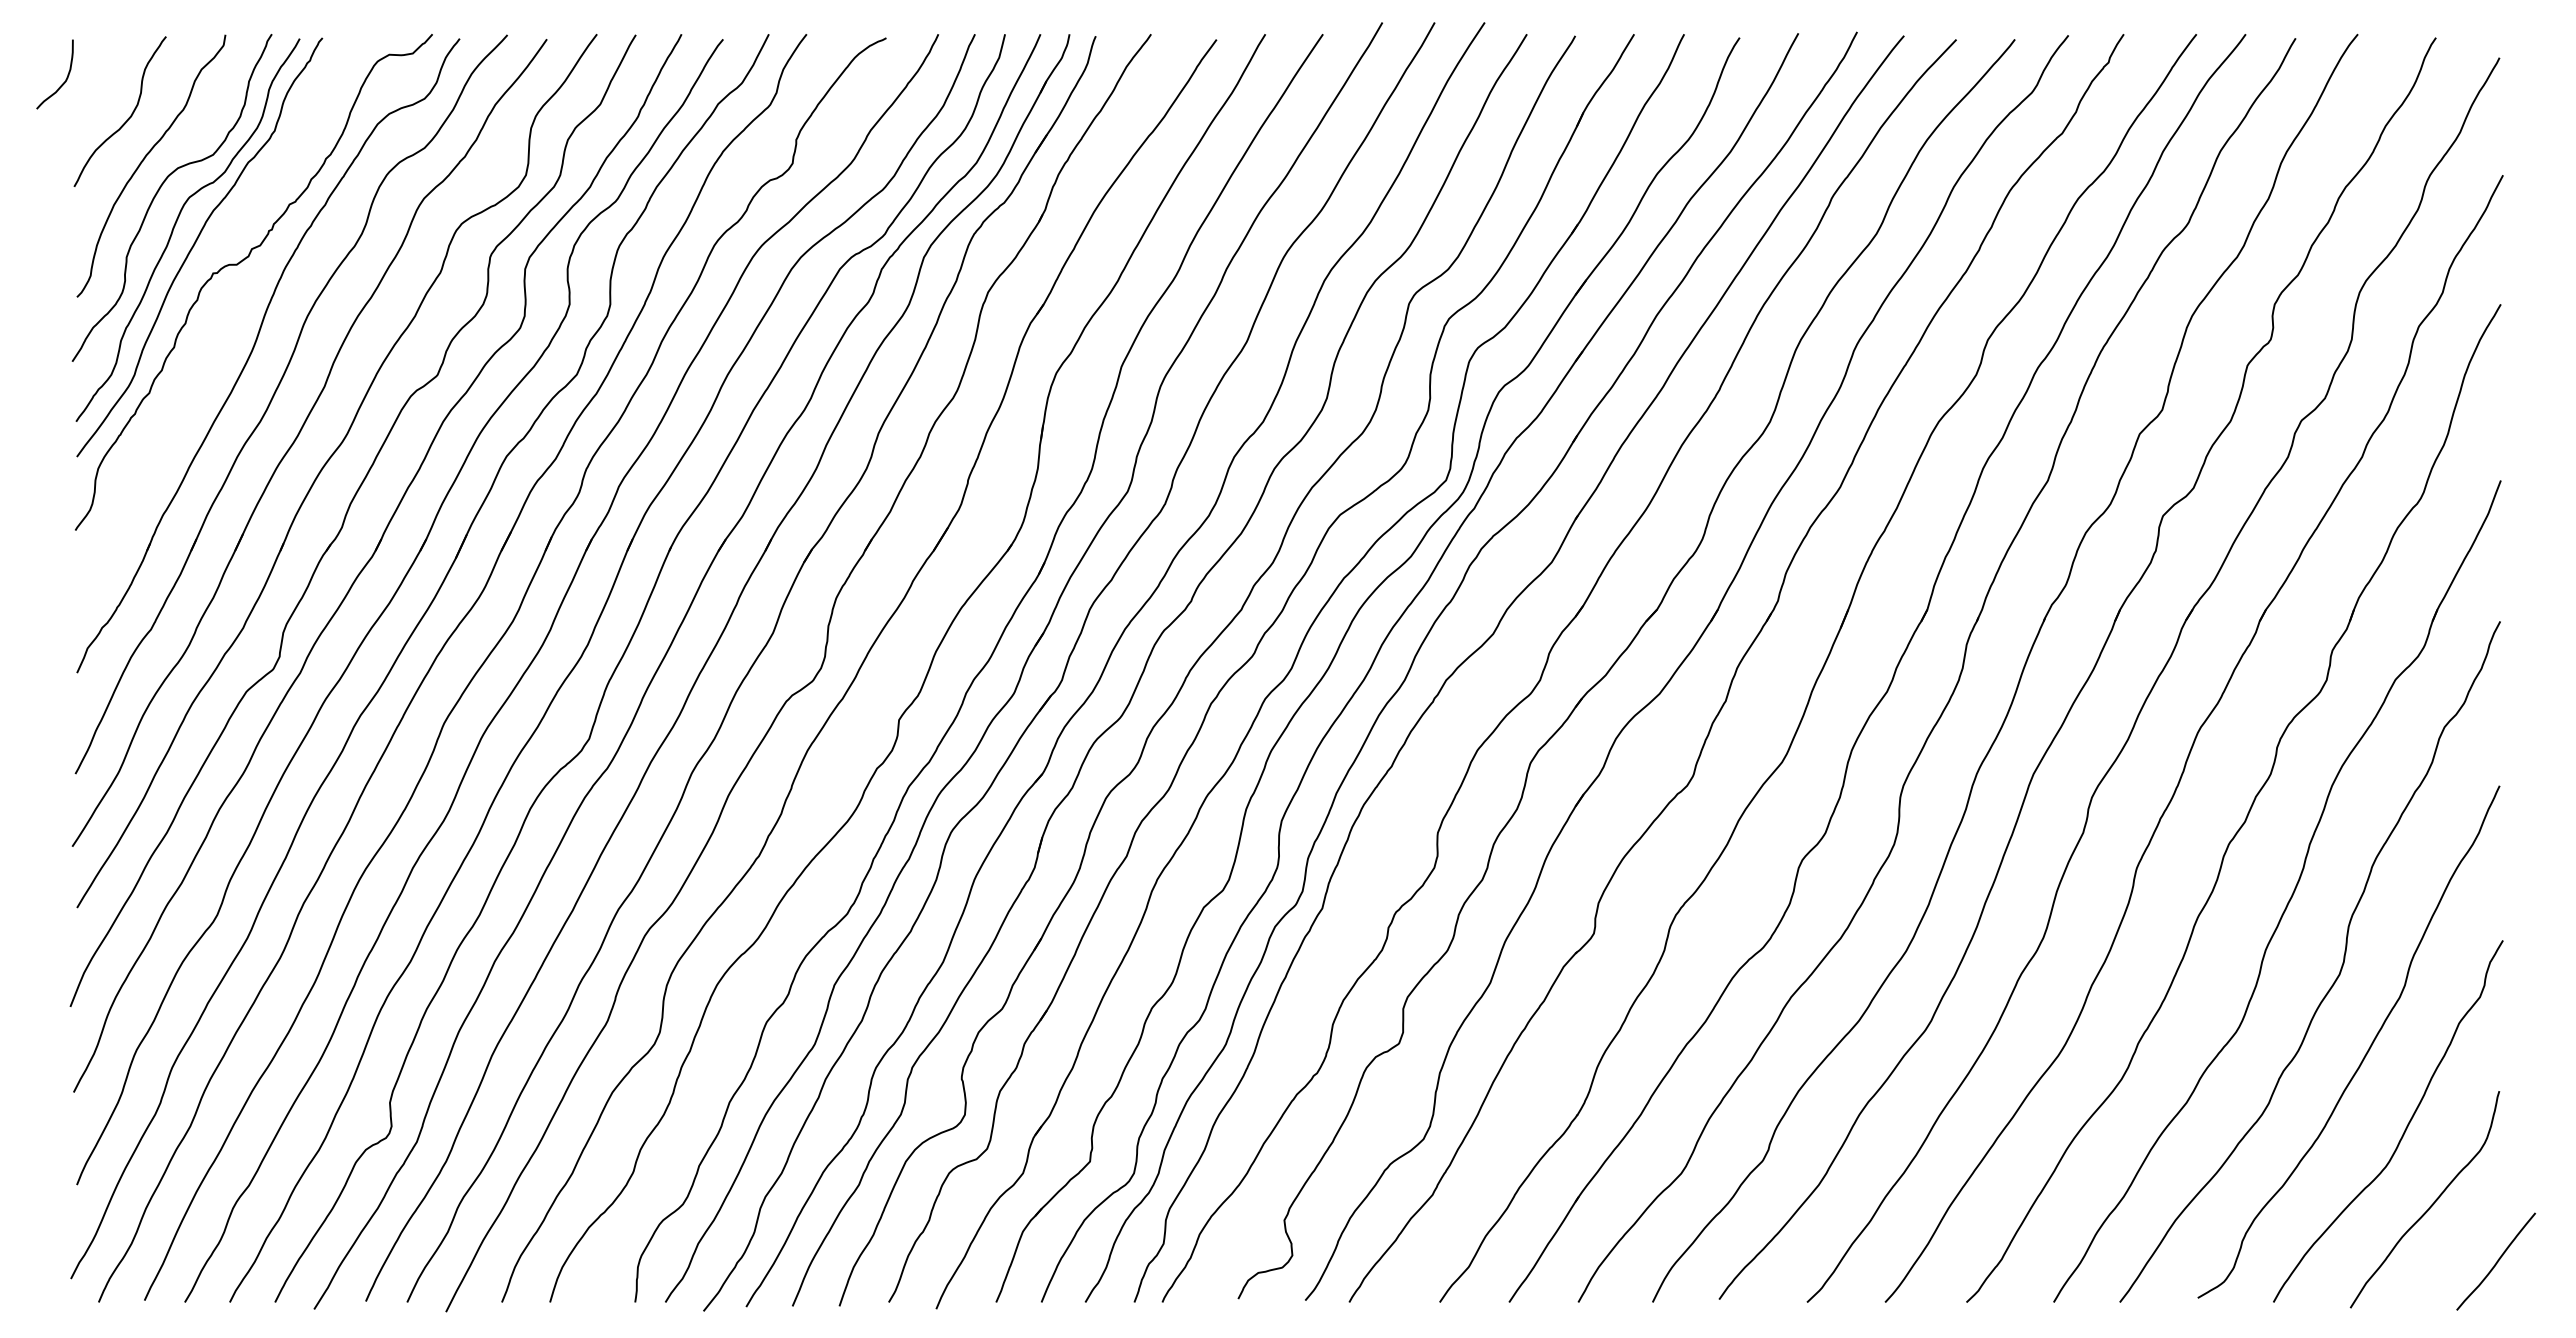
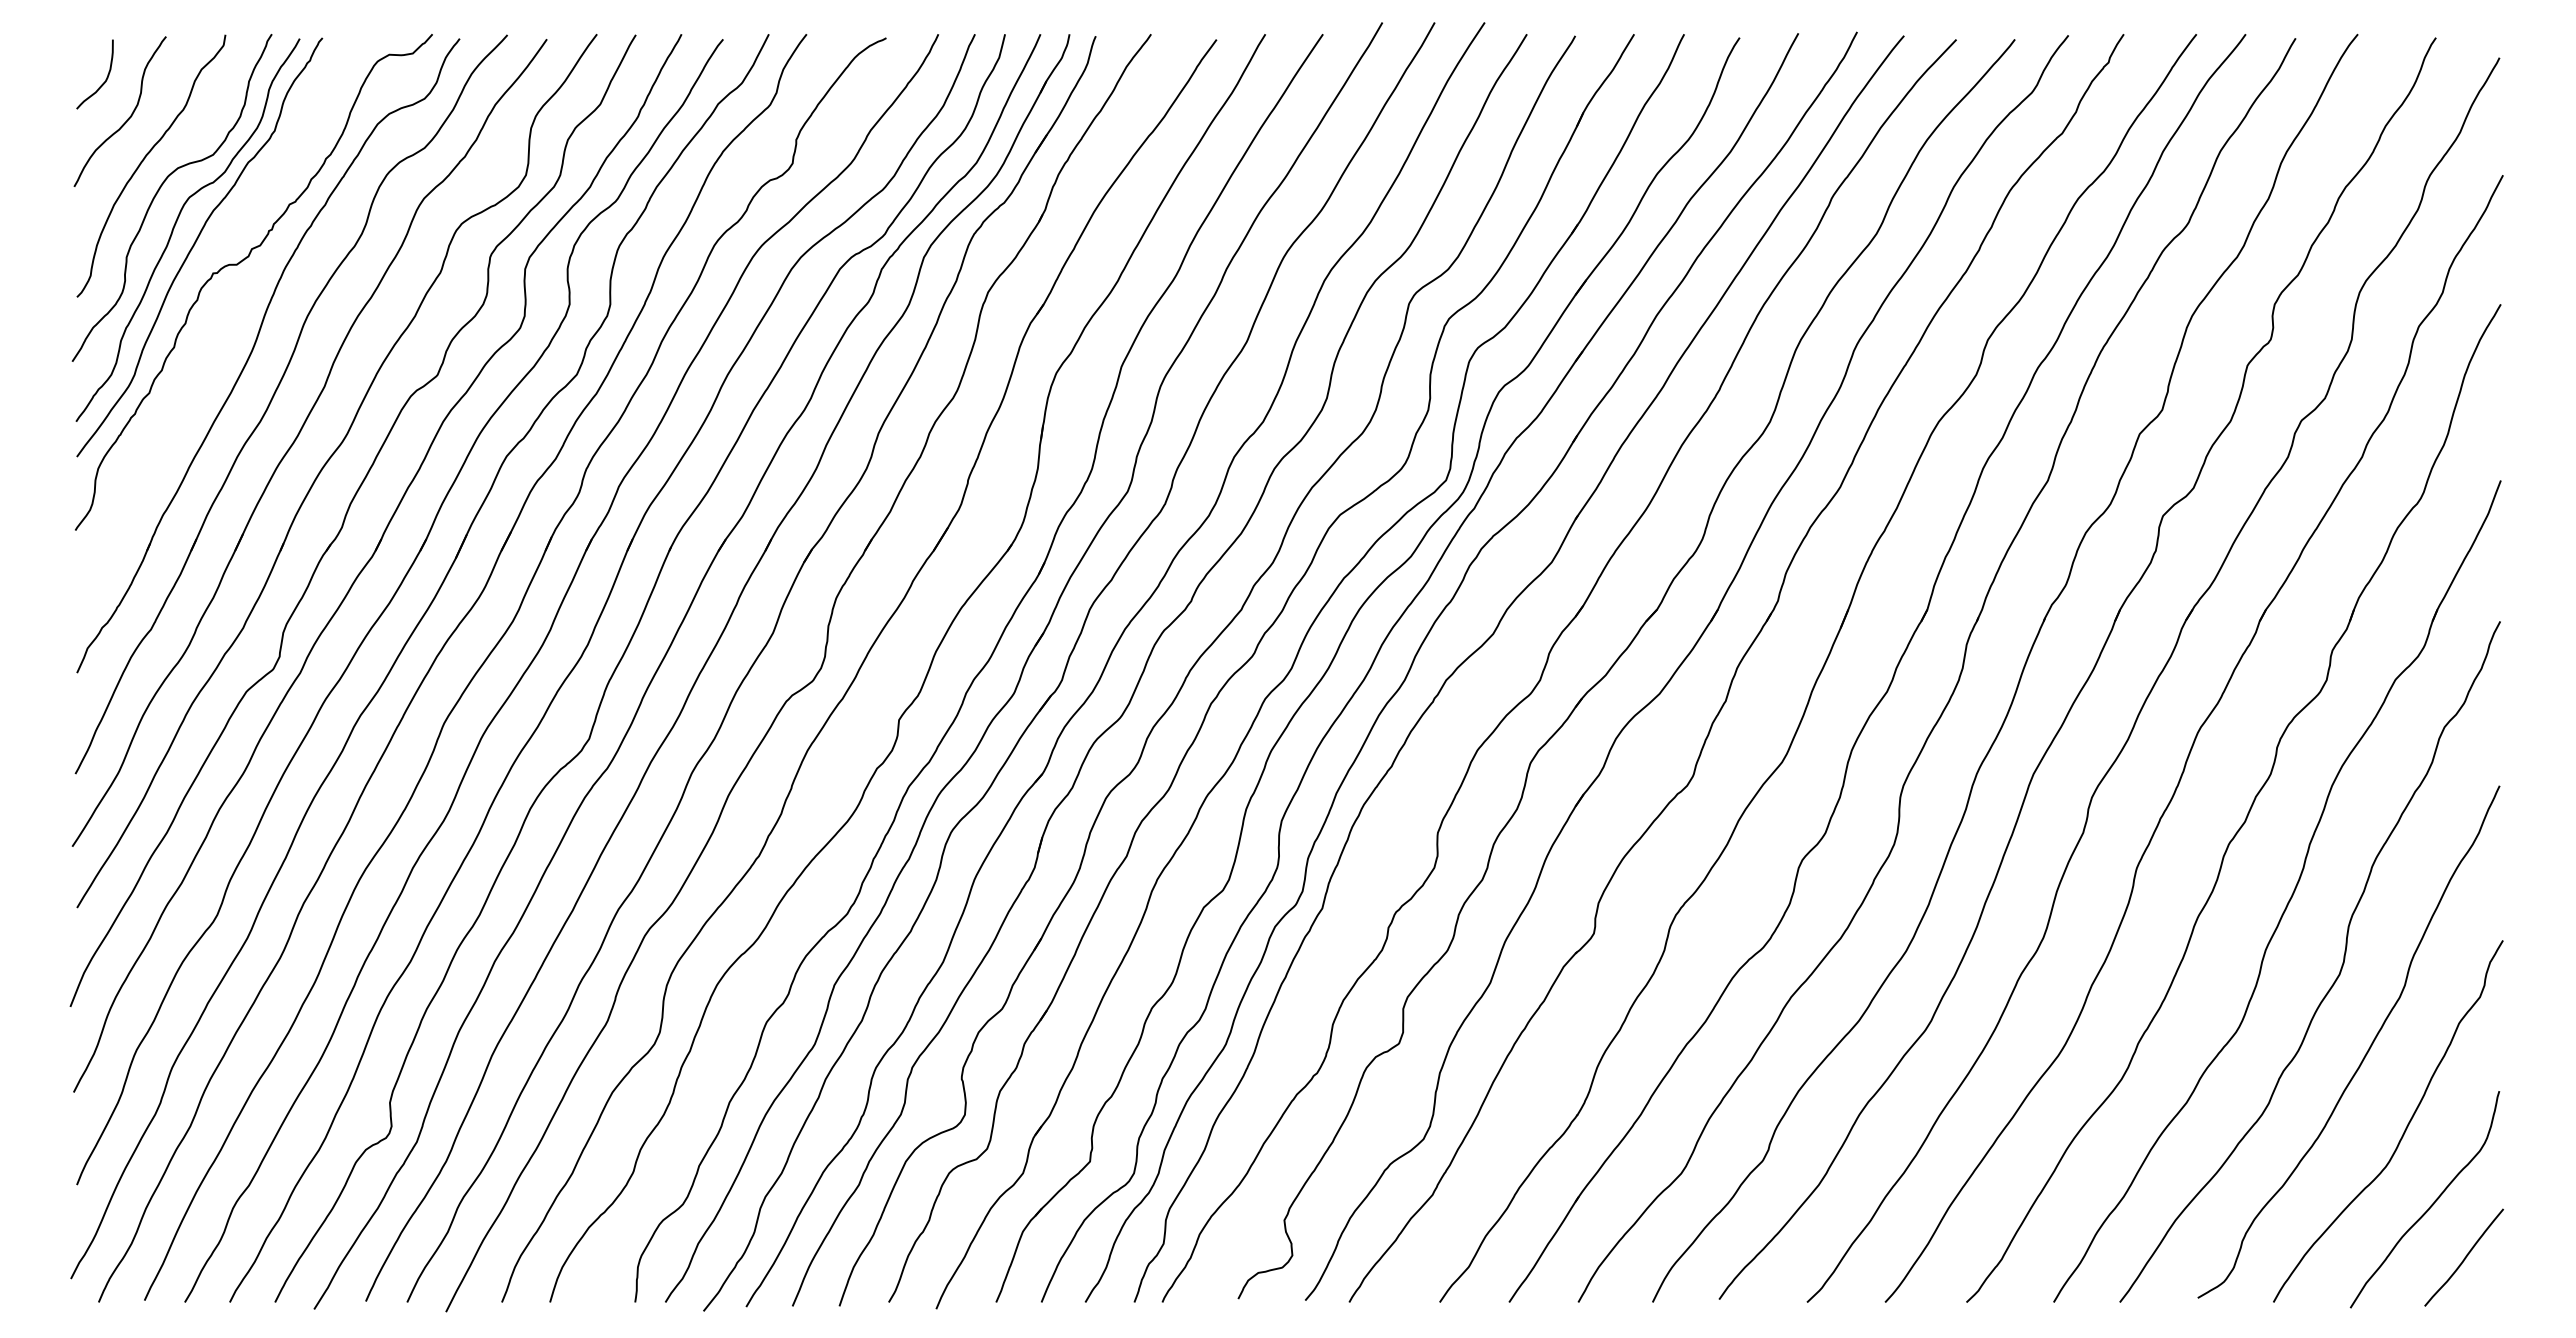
curve at (63, 82) position: (63, 82) -> (103, 82)
curve at (2496, 1261) position: (2496, 1261) -> (2464, 1257)
